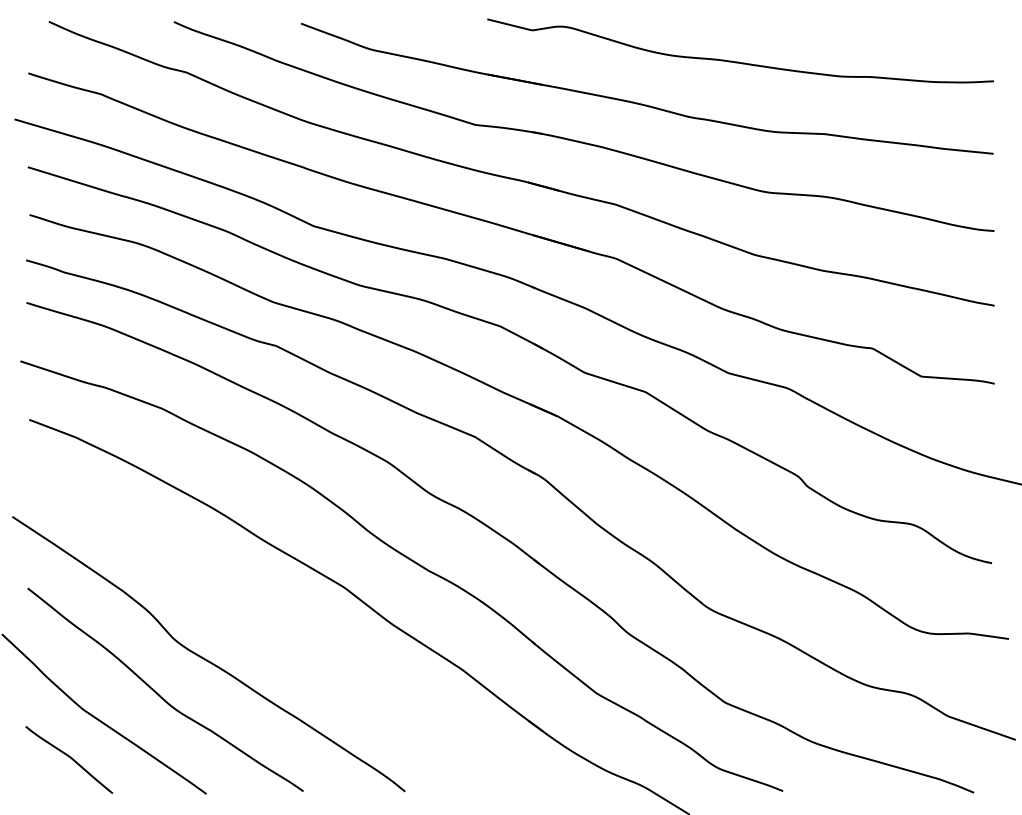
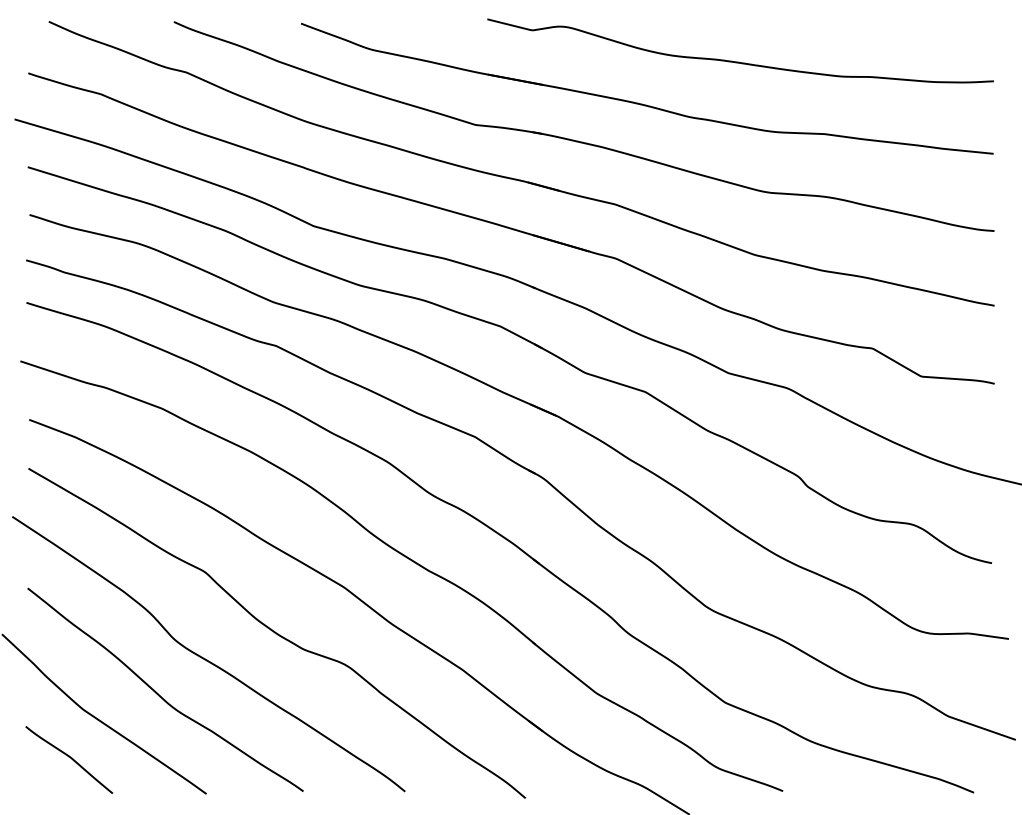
curve at (276, 633): none -> present
